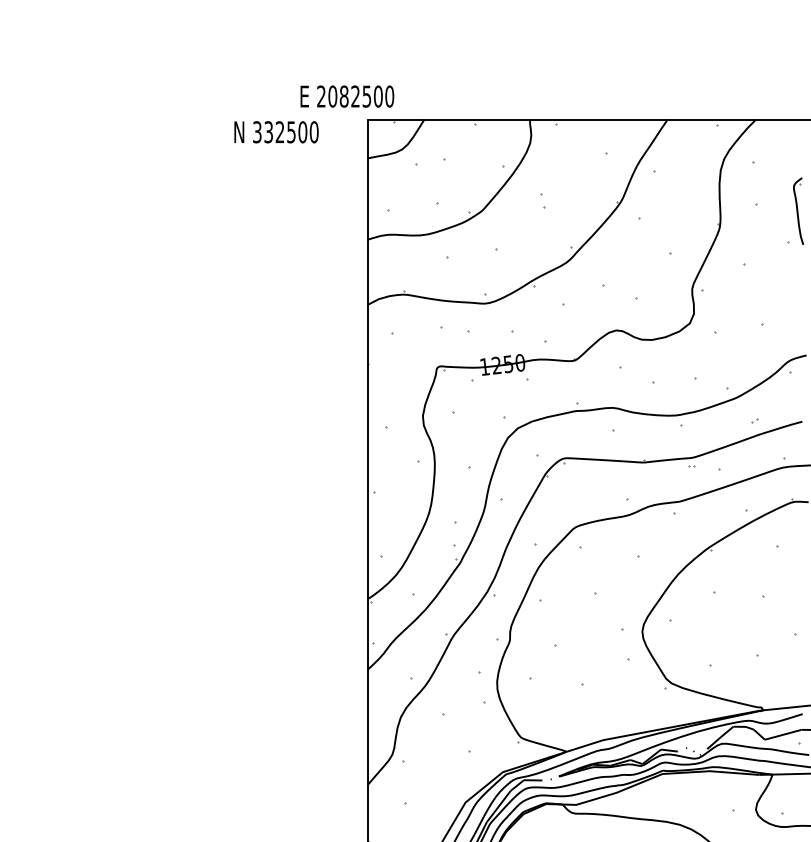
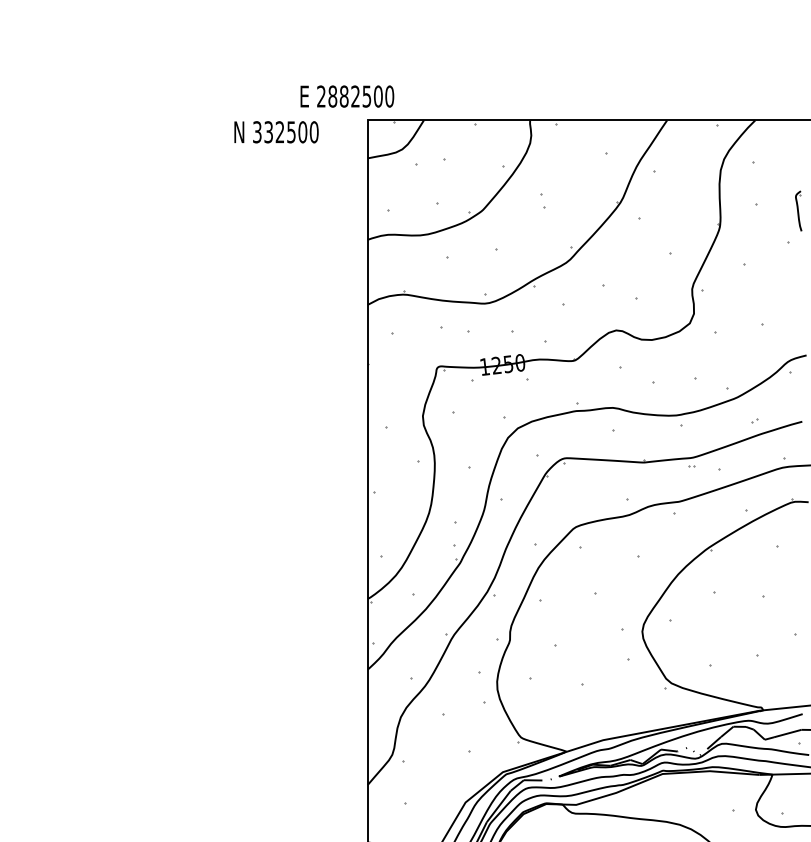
text at (332, 96): 2082500 -> 2882500
part at (798, 210) size: 12x68 px -> 8x42 px
